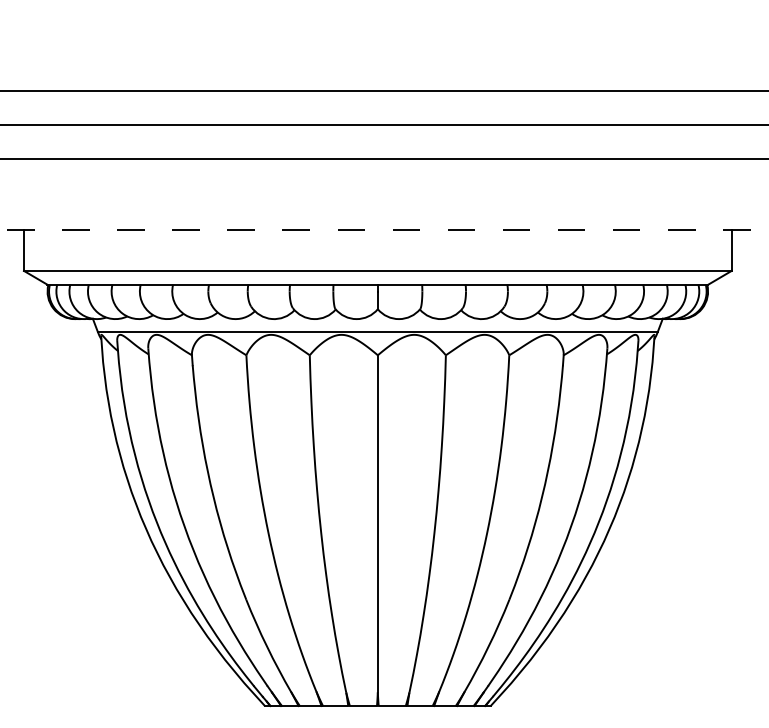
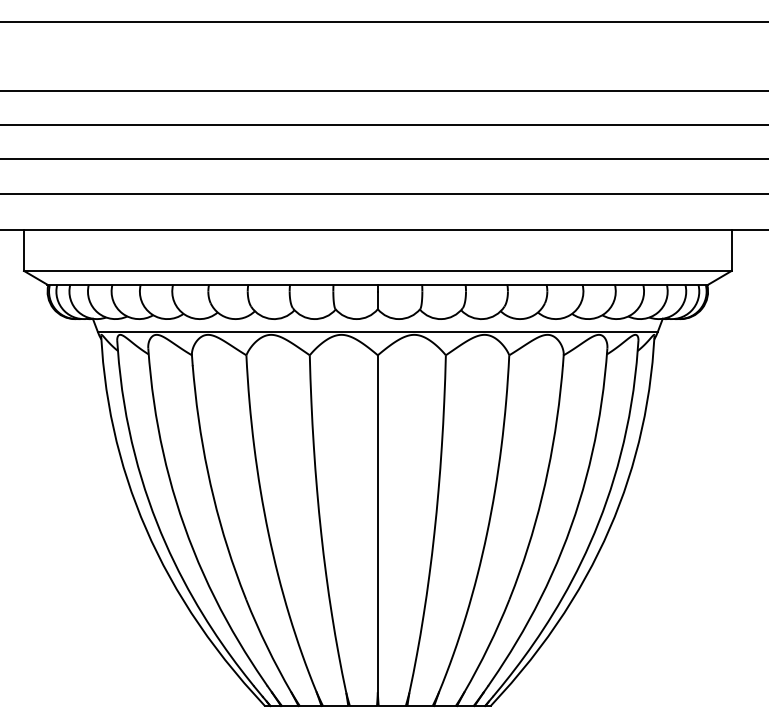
line at (383, 21): none -> present
line at (383, 194): none -> present
line at (384, 229): dashed -> solid
